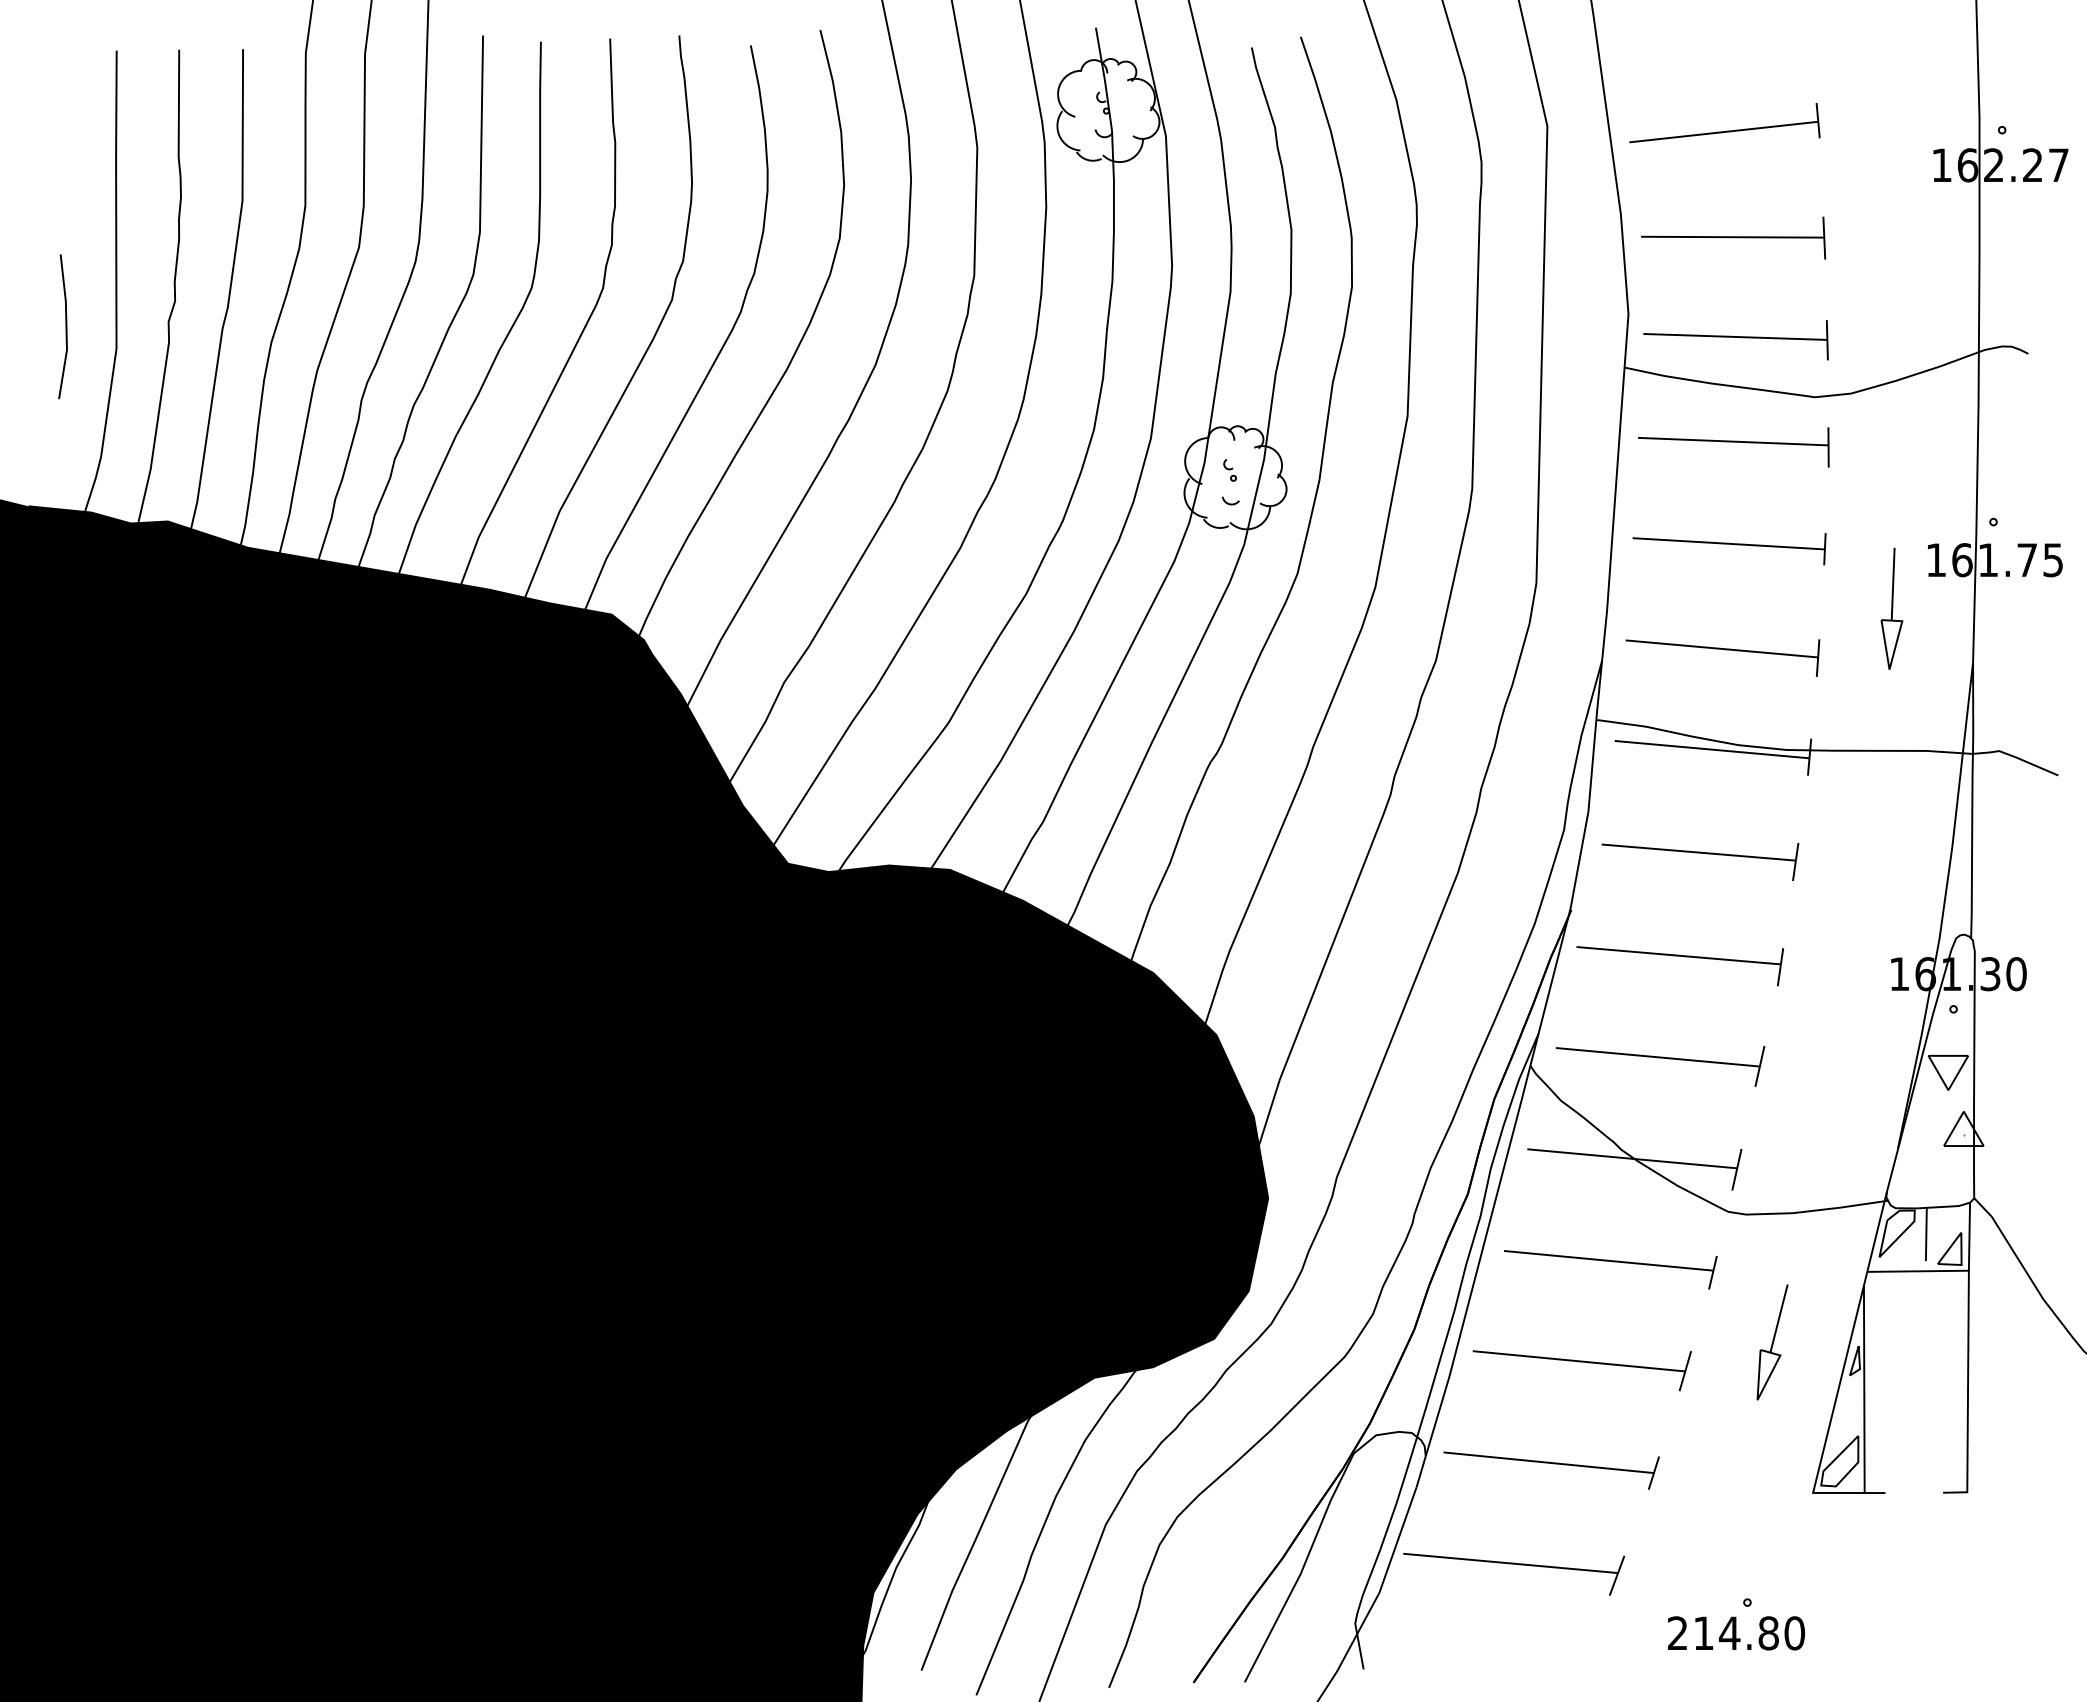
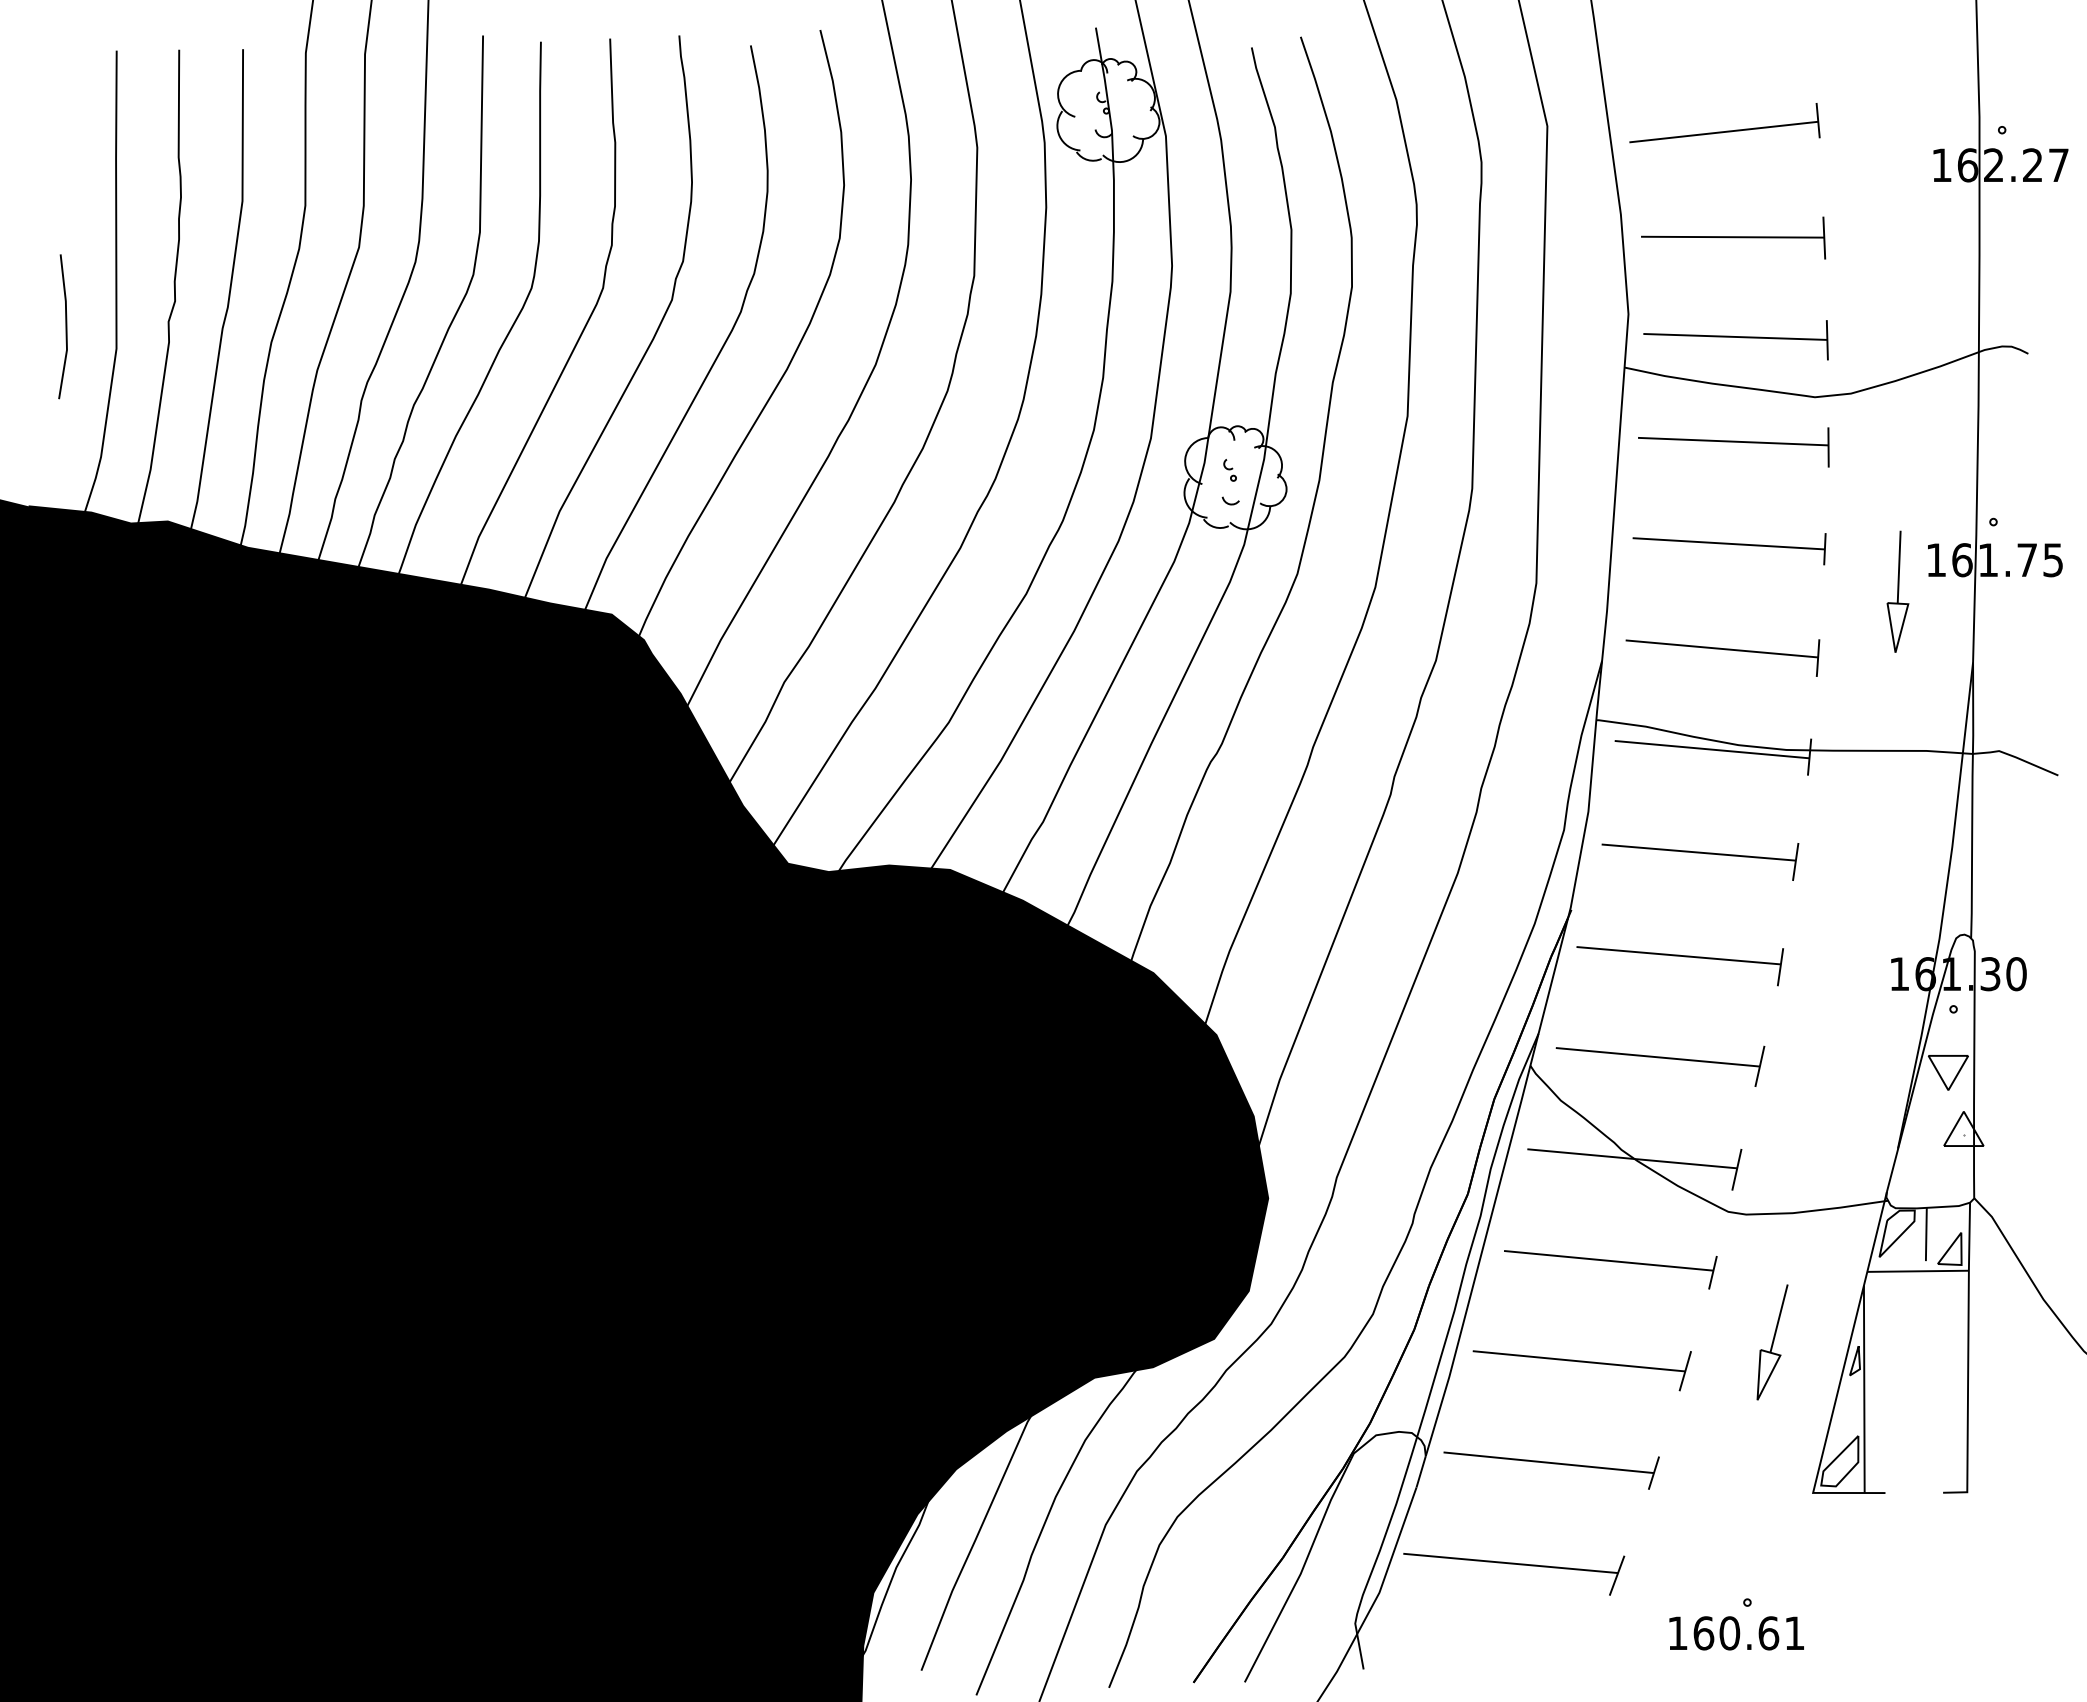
part at (1891, 608) position: (1891, 608) -> (1897, 591)
text at (1736, 1633): 214.80 -> 160.61
